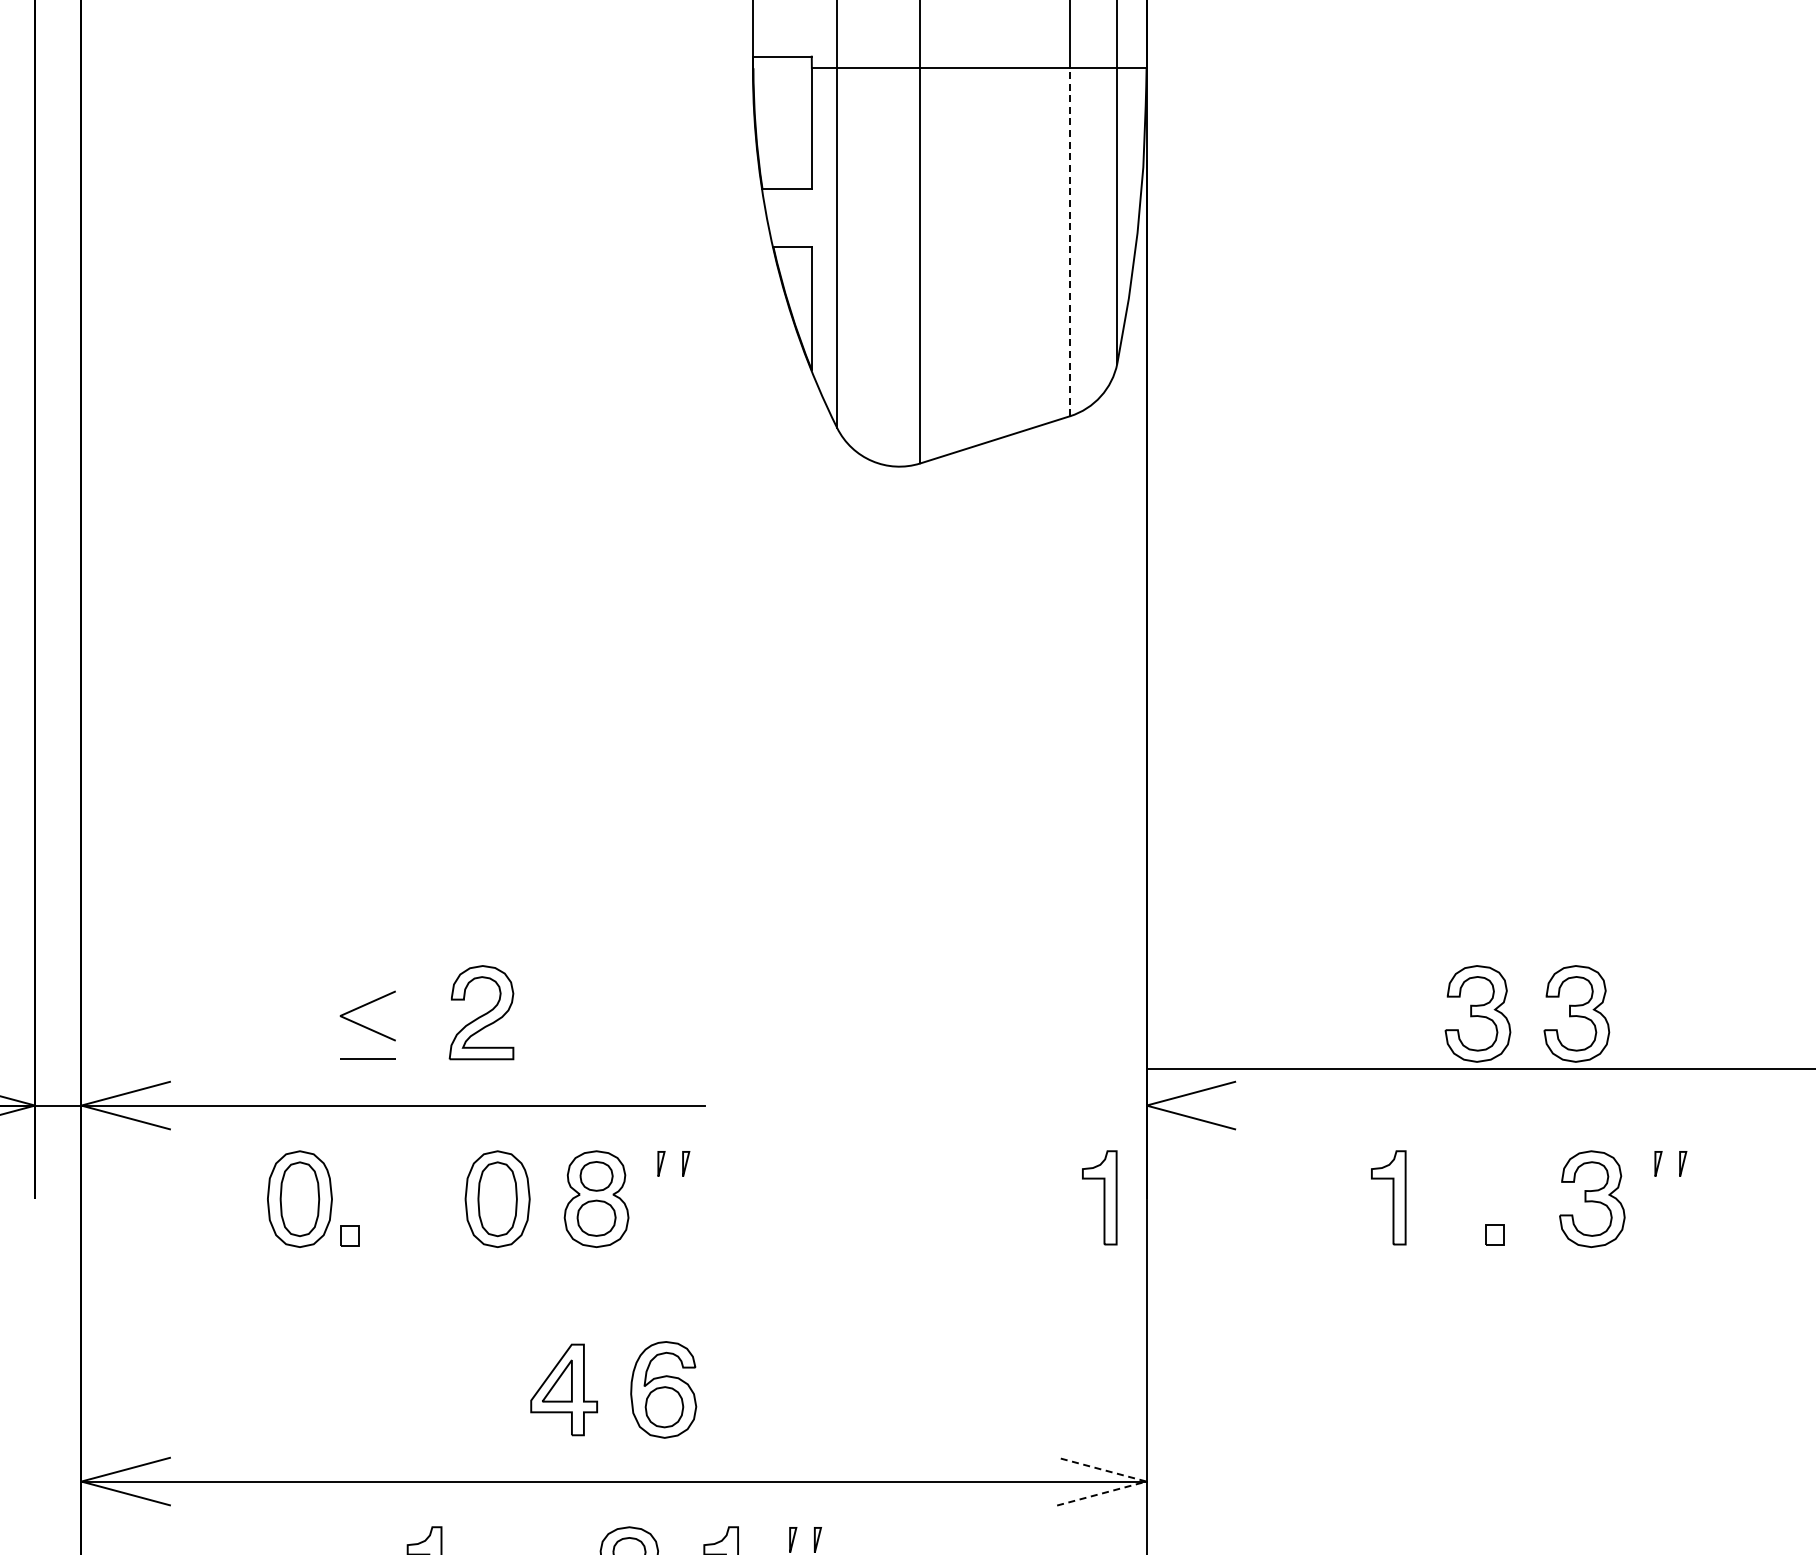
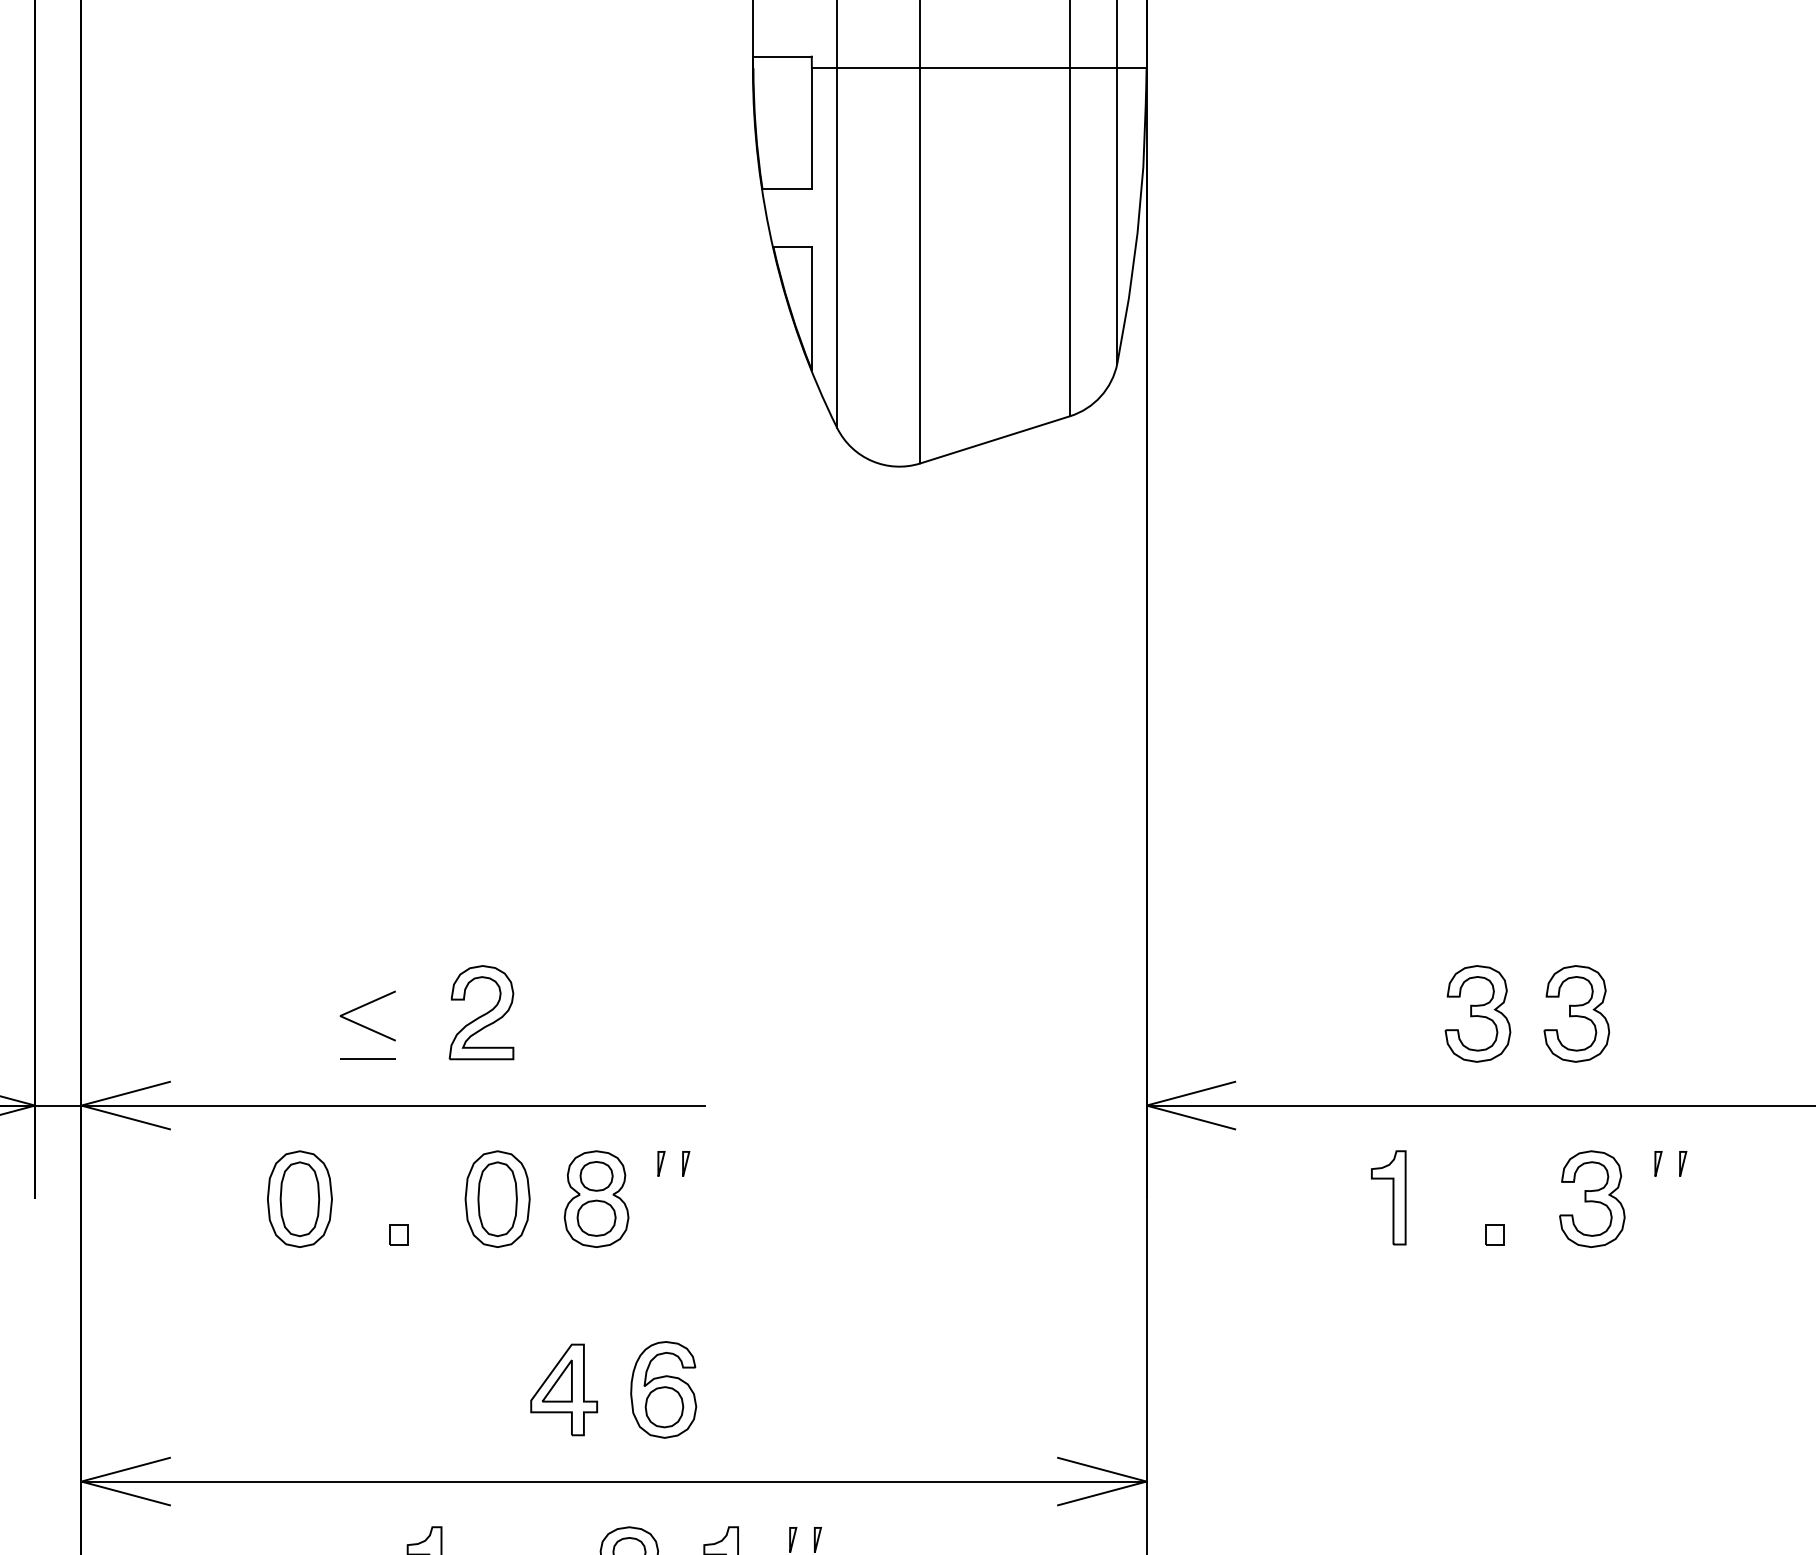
line at (1070, 242): dashed -> solid
line at (1479, 1068) position: (1479, 1068) -> (1479, 1105)
part at (1099, 1197): present -> none
part at (349, 1235) position: (349, 1235) -> (398, 1234)
line at (1146, 1481): dashed -> solid
